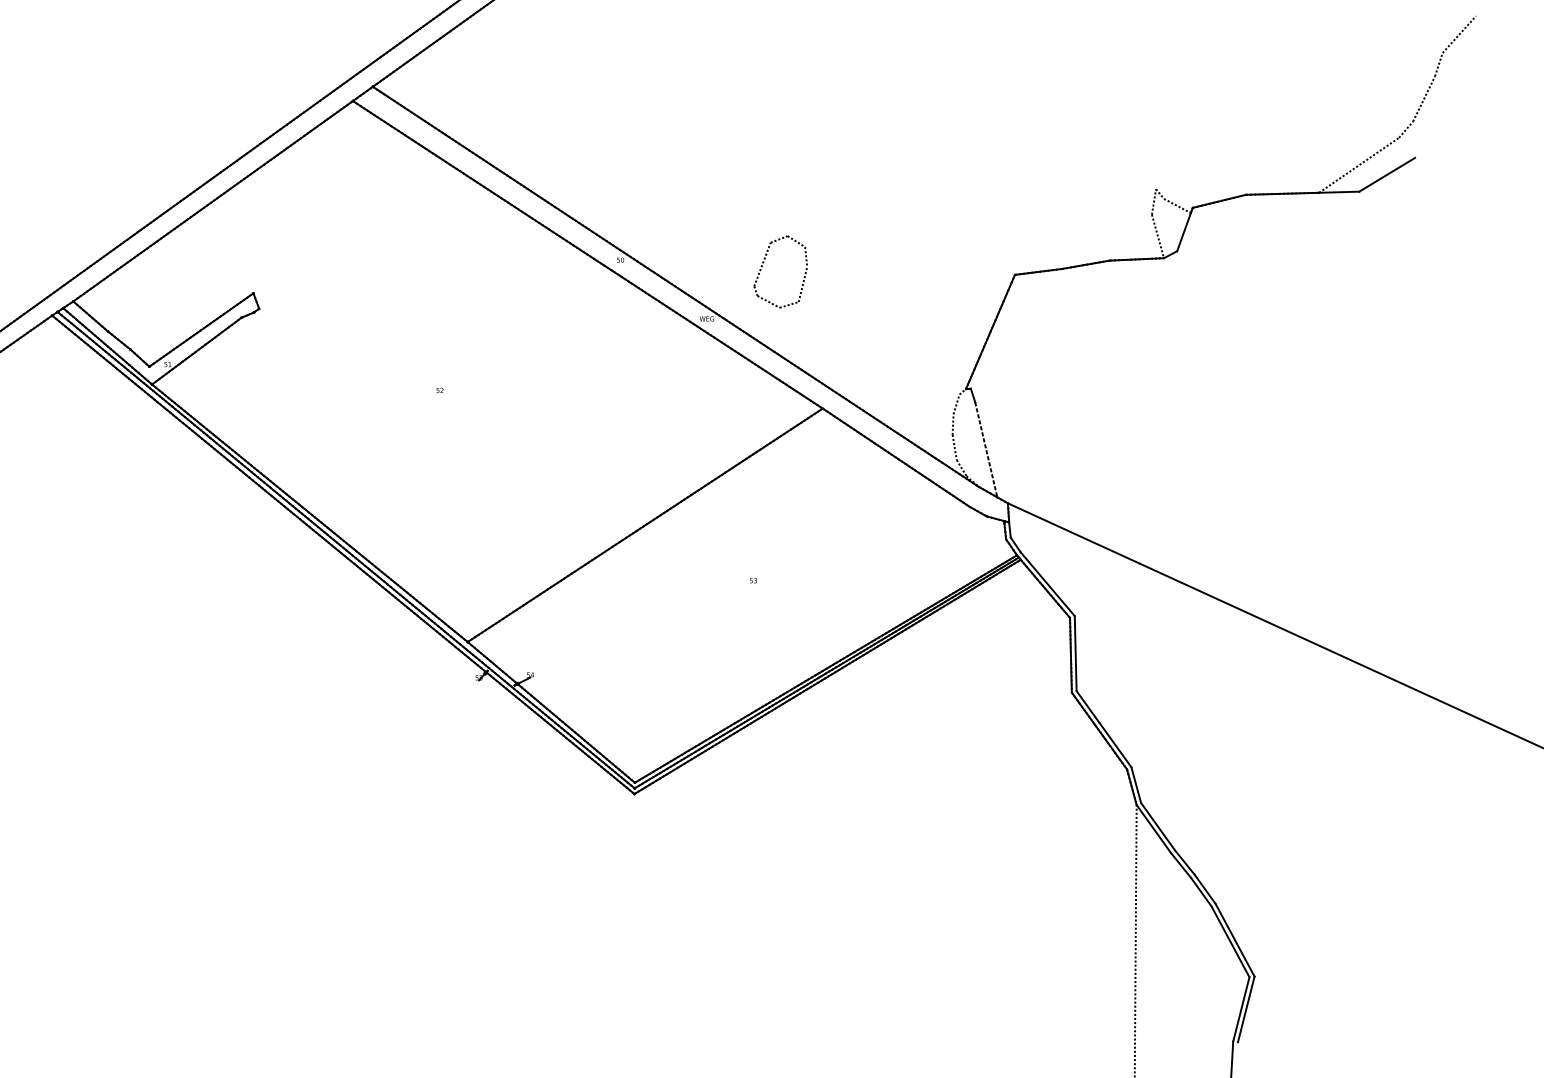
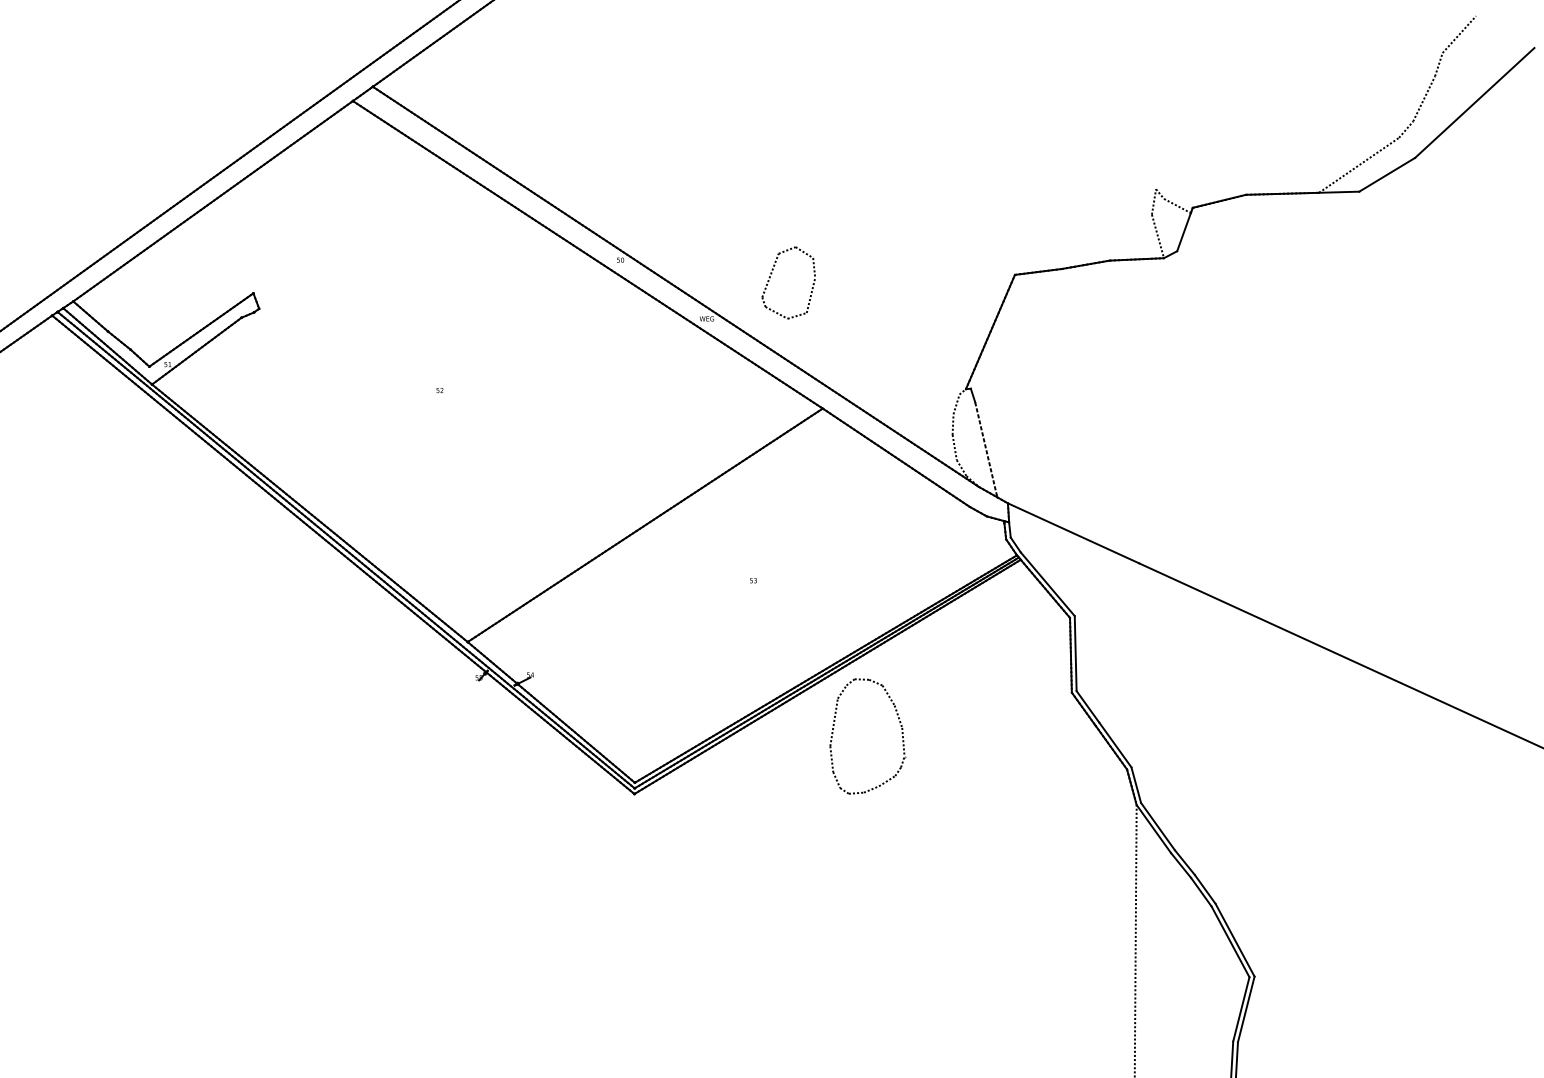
line at (1474, 102): none -> present
part at (764, 262) position: (764, 262) -> (772, 273)
part at (833, 733): none -> present
line at (1236, 1058): none -> present
